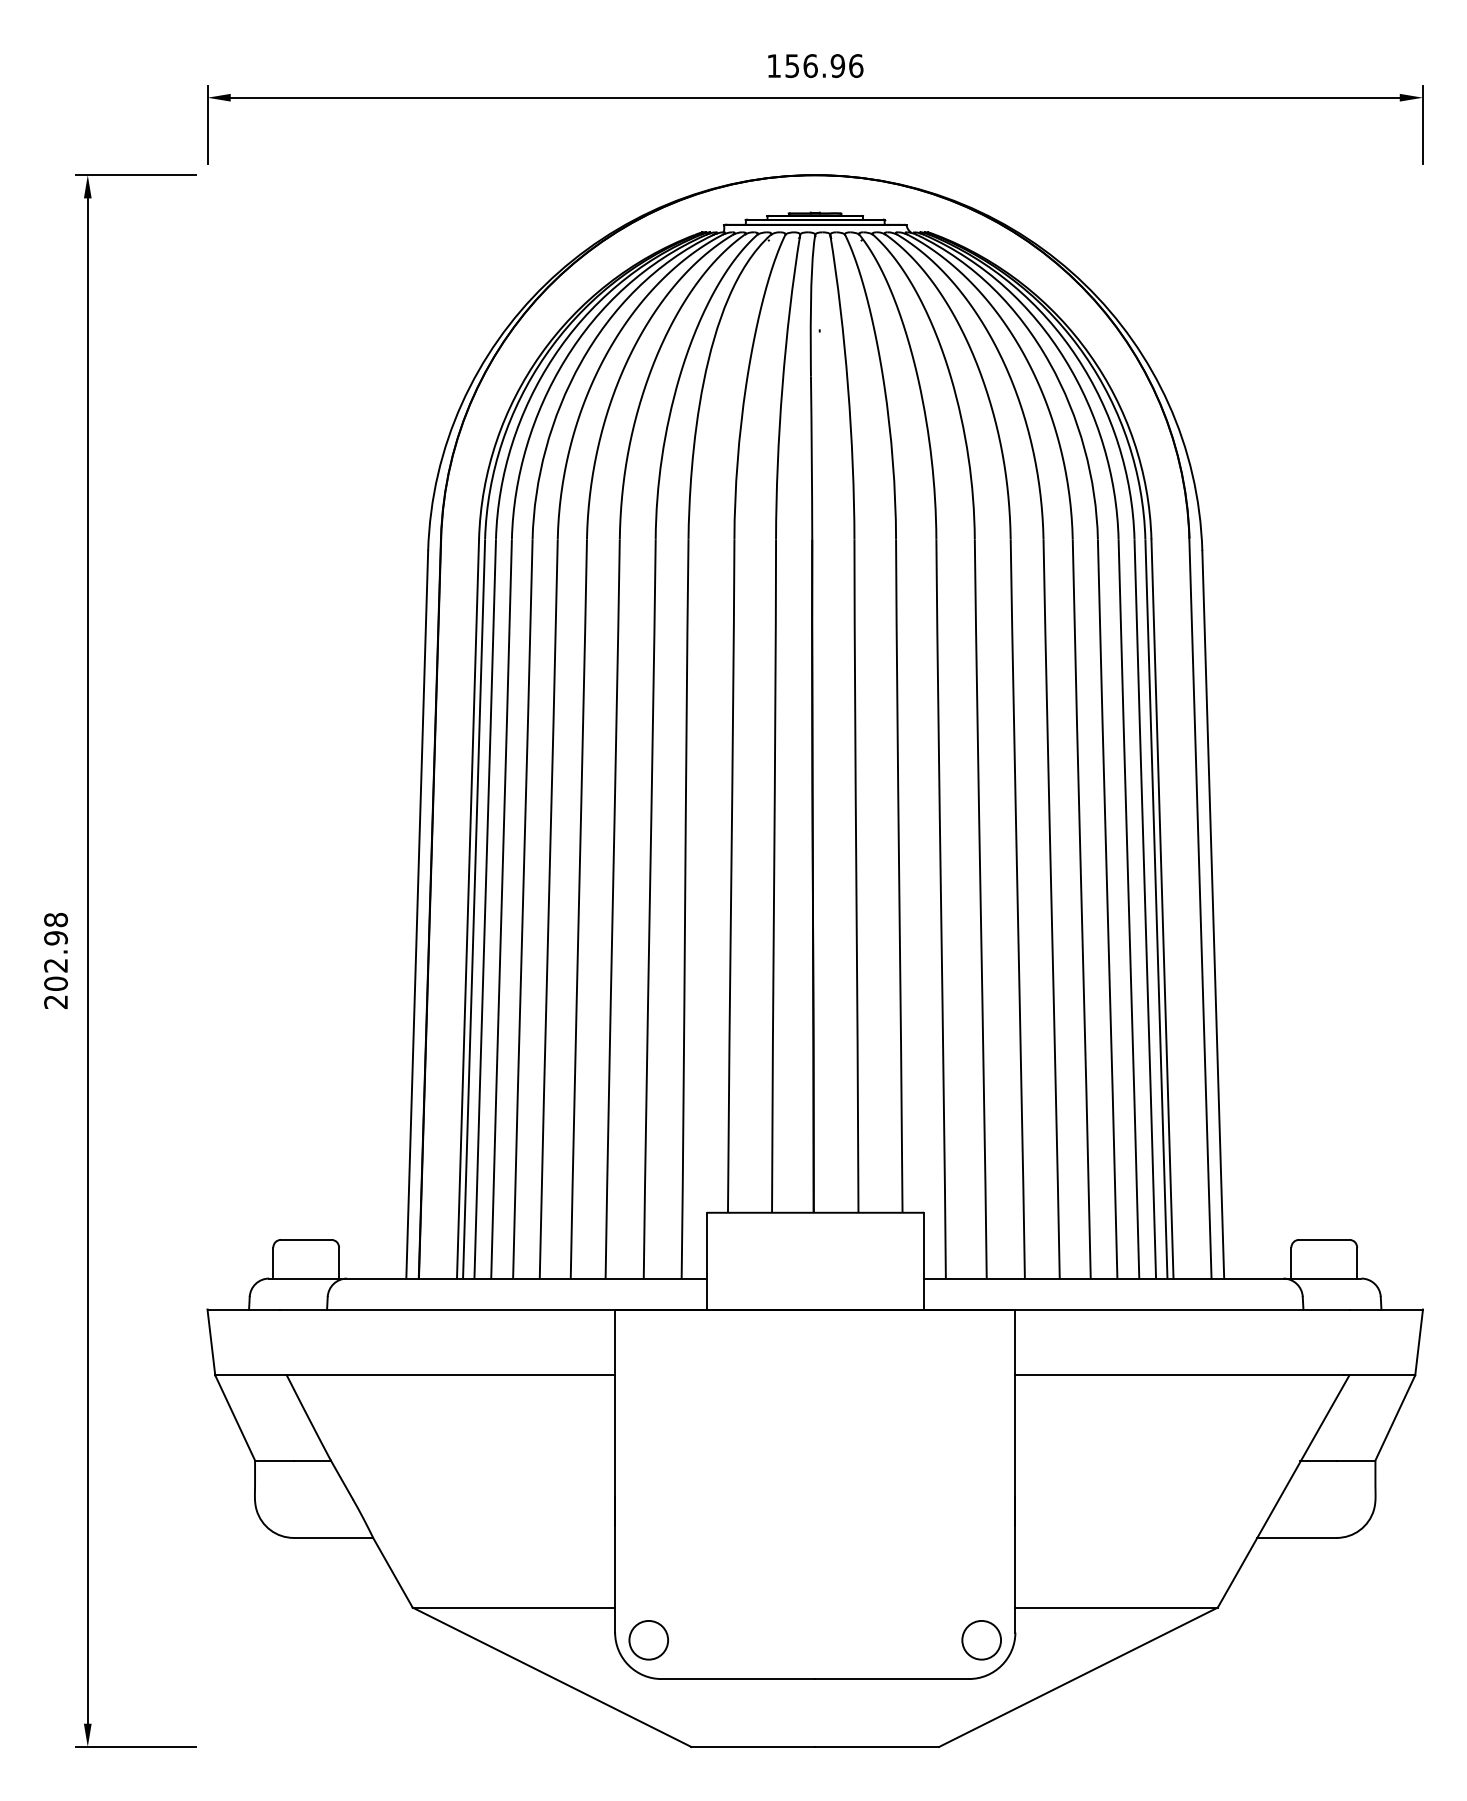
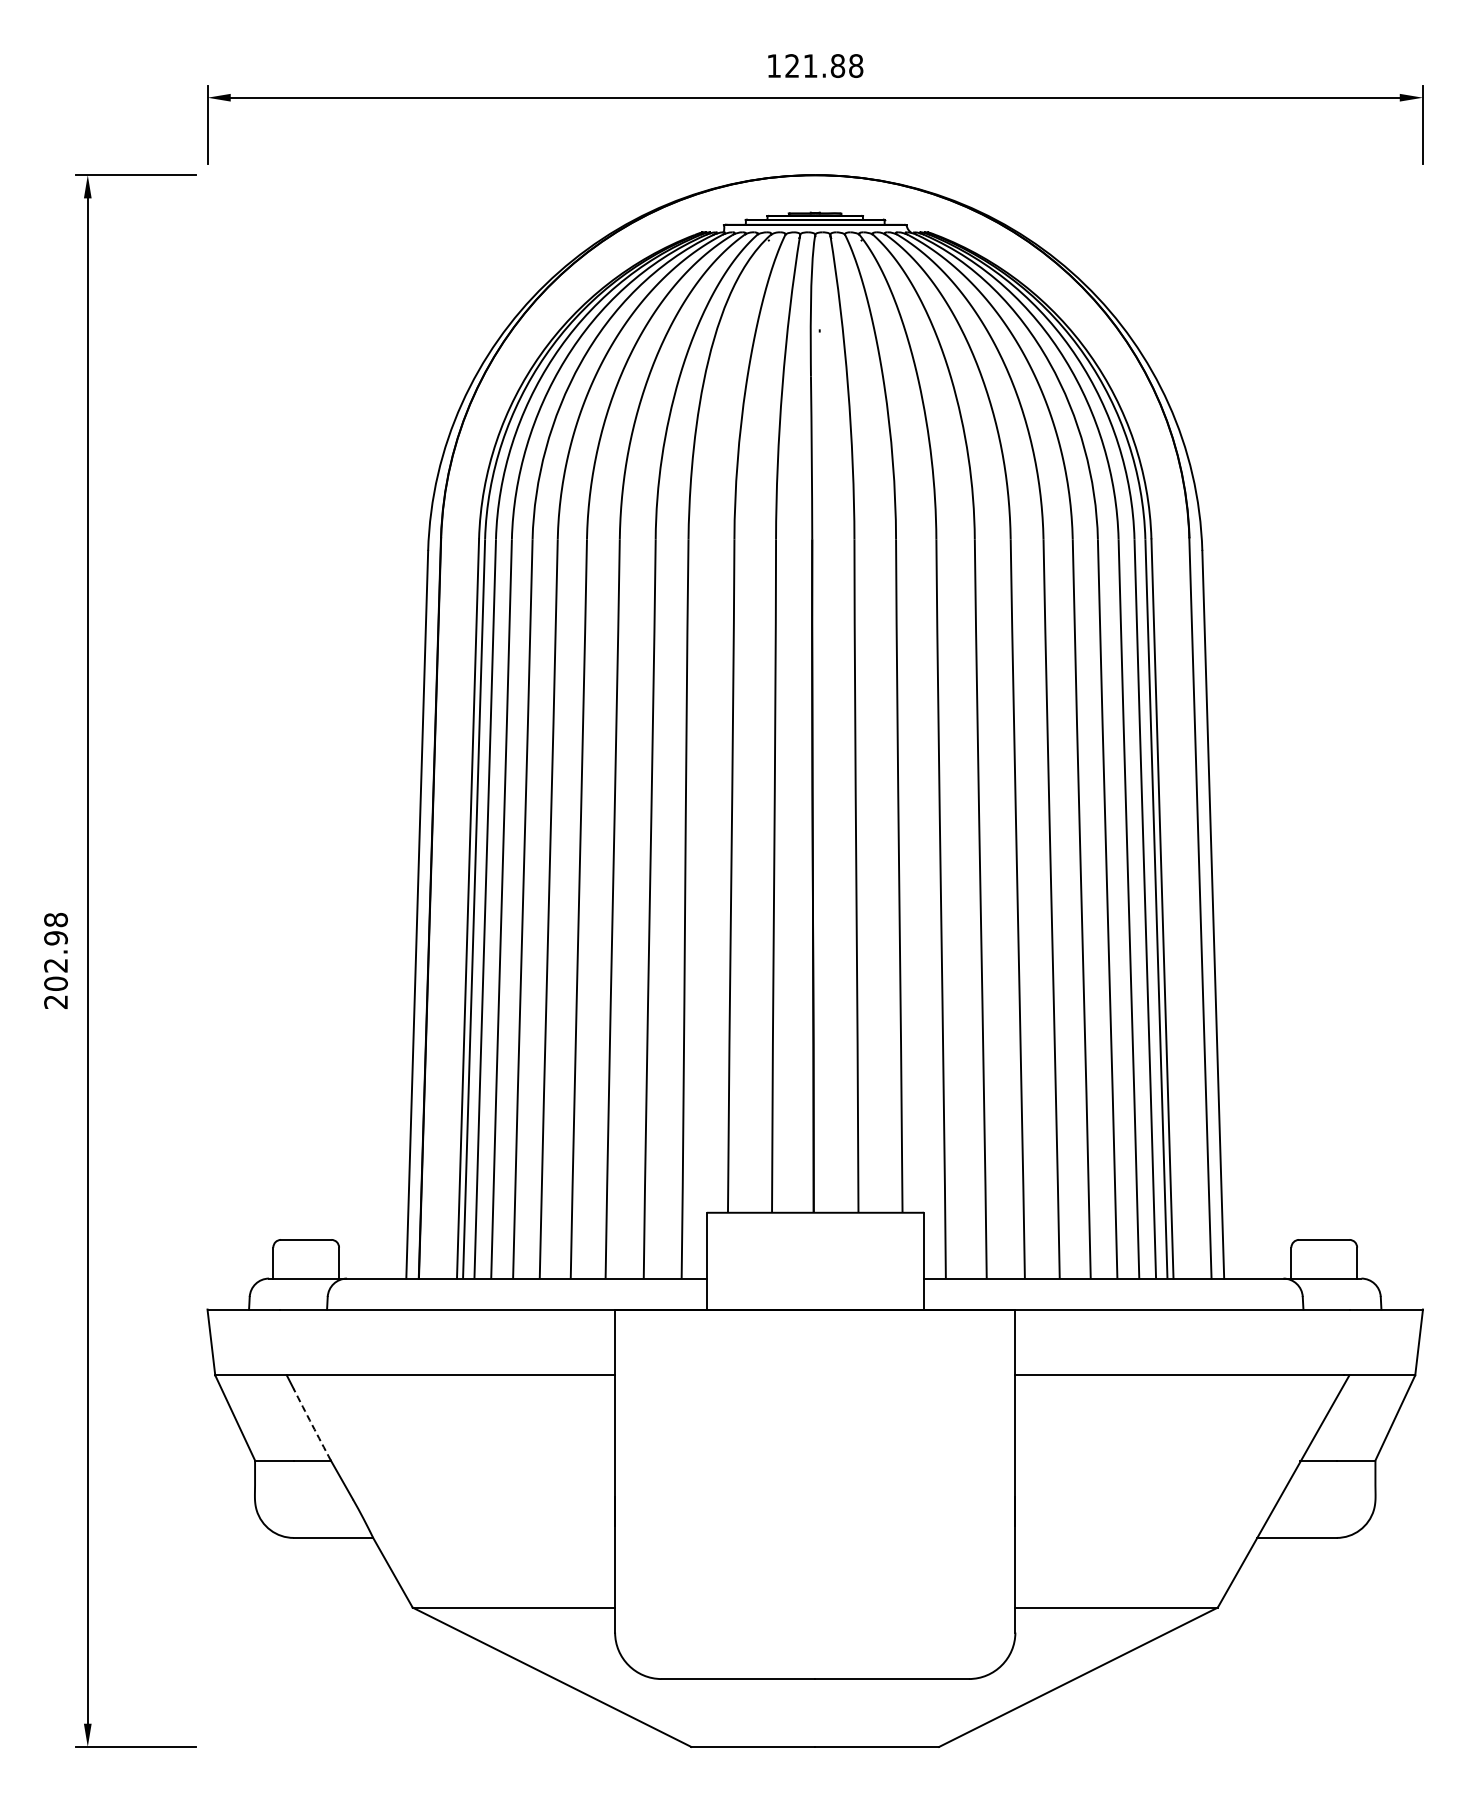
text at (824, 65): 156.96 -> 121.88
arc at (312, 1424): solid -> dashed
part at (648, 1640): present -> none
part at (981, 1640): present -> none
